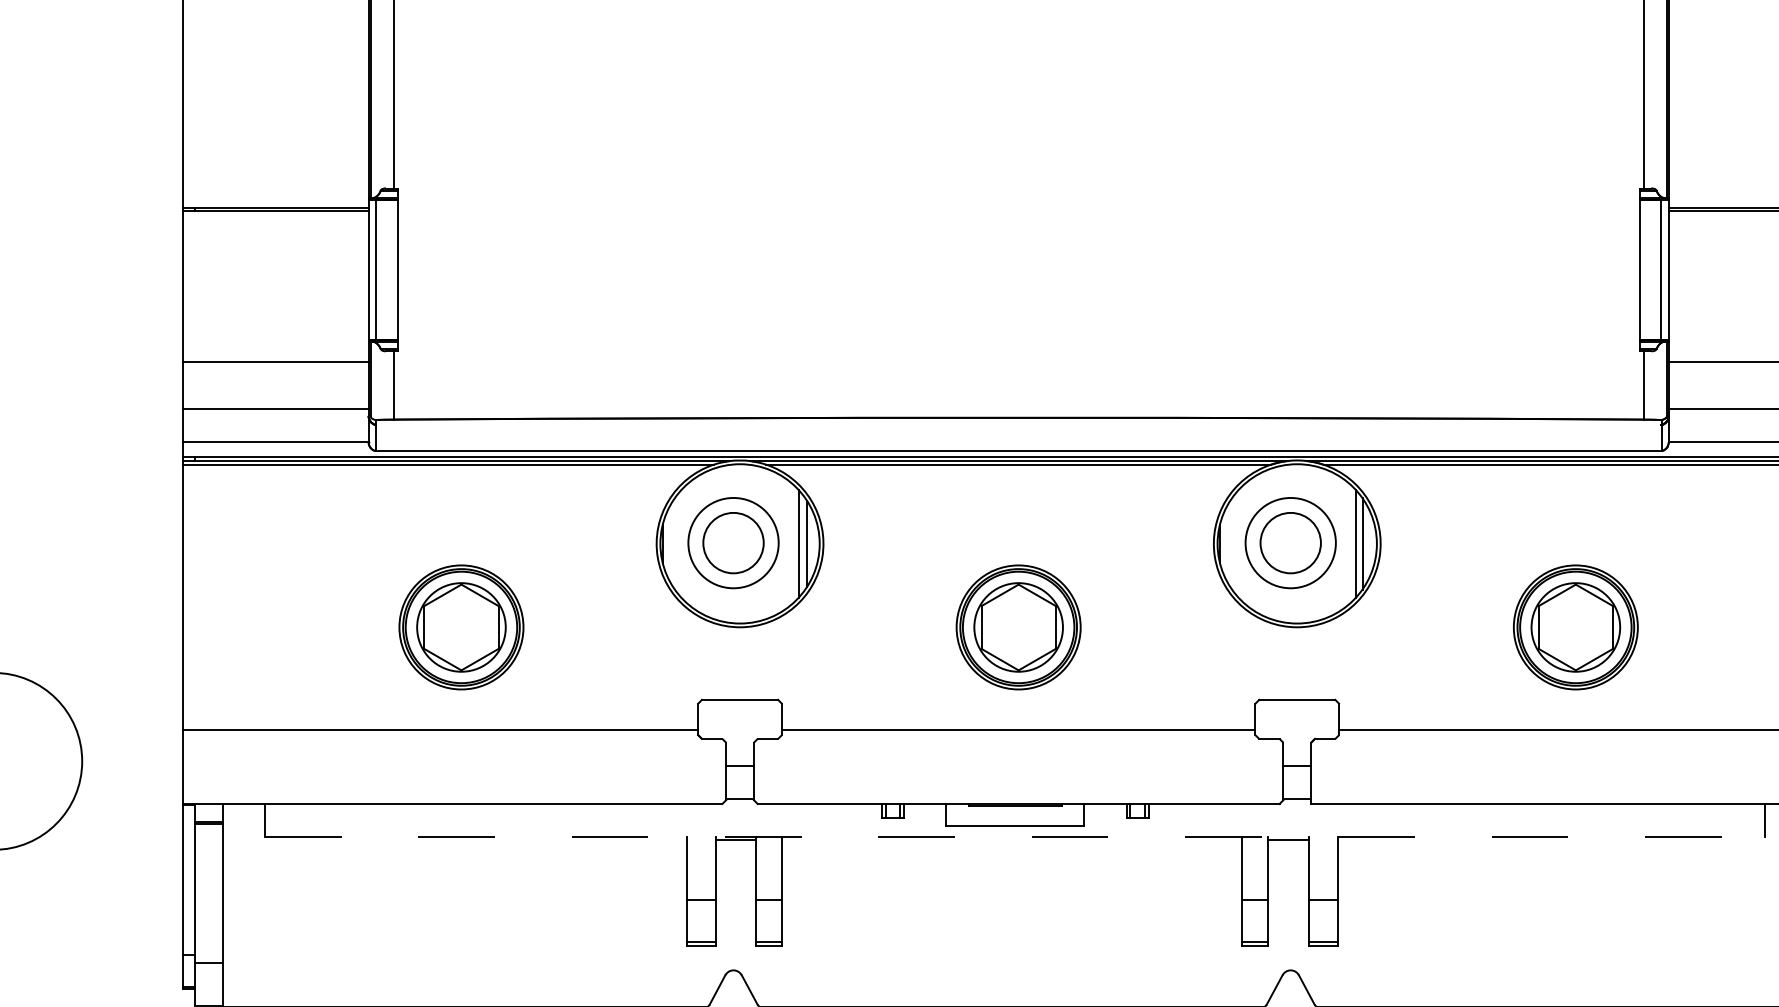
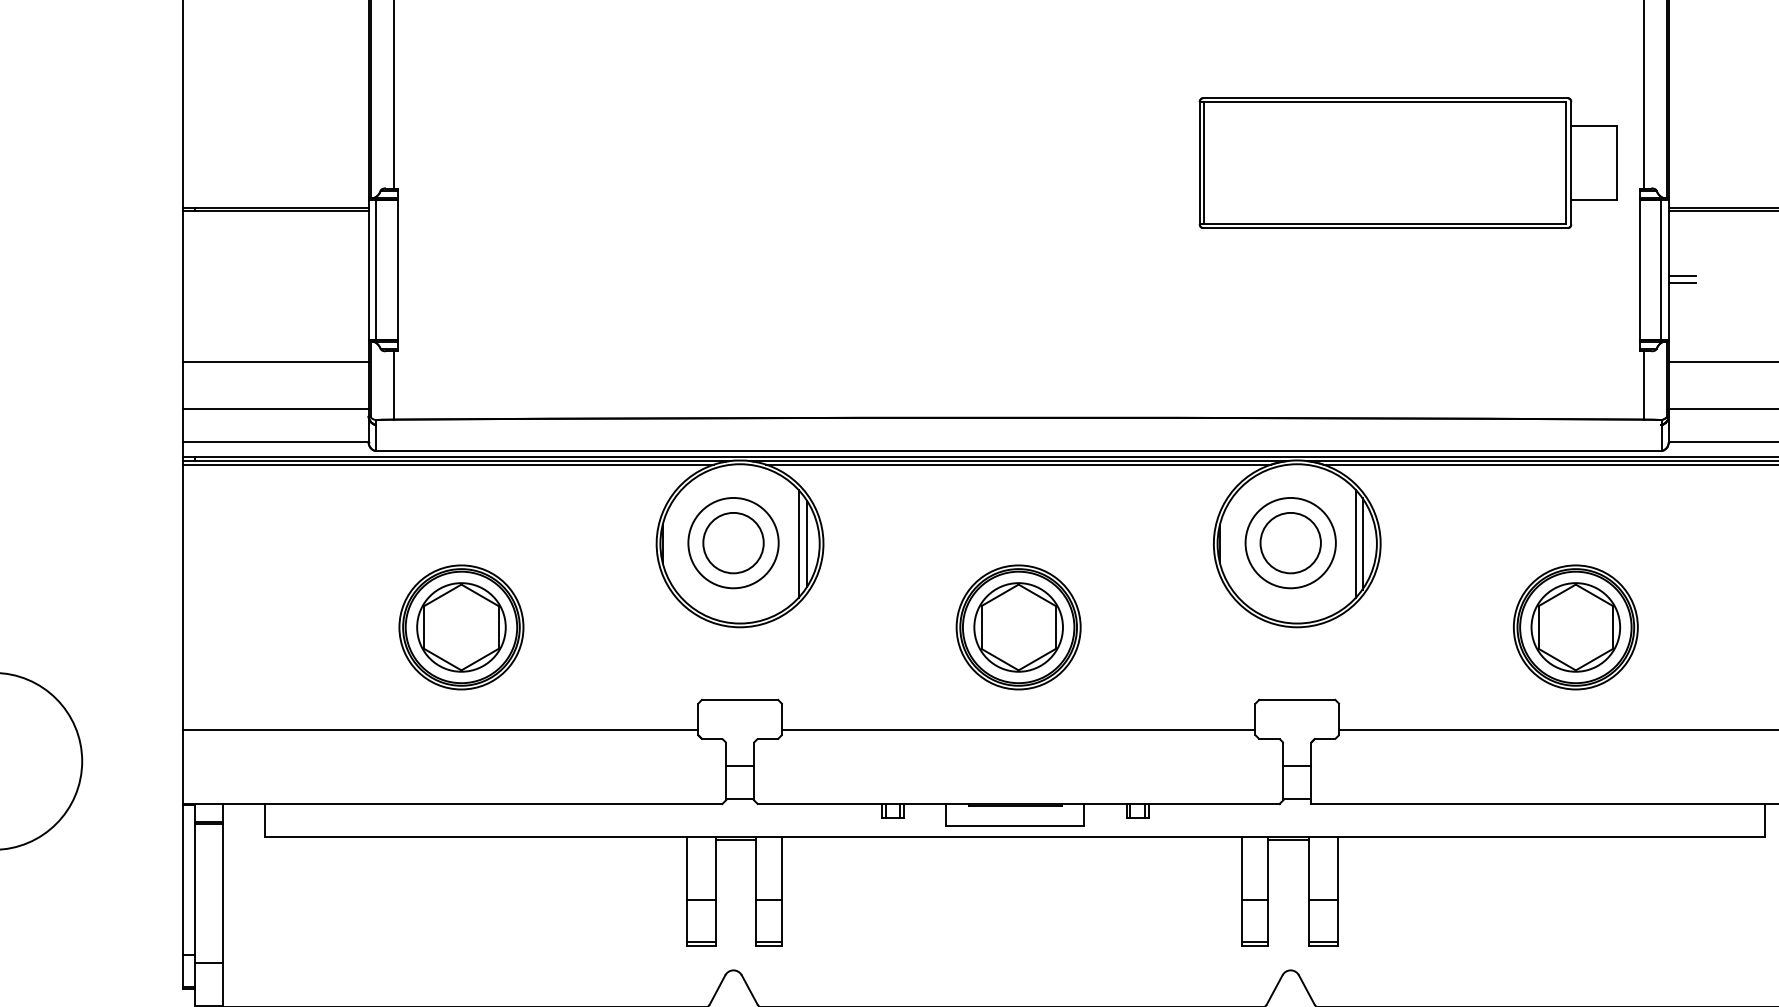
part at (1407, 162): none -> present
line at (1681, 276): none -> present
line at (1681, 283): none -> present
line at (1015, 836): dashed -> solid
